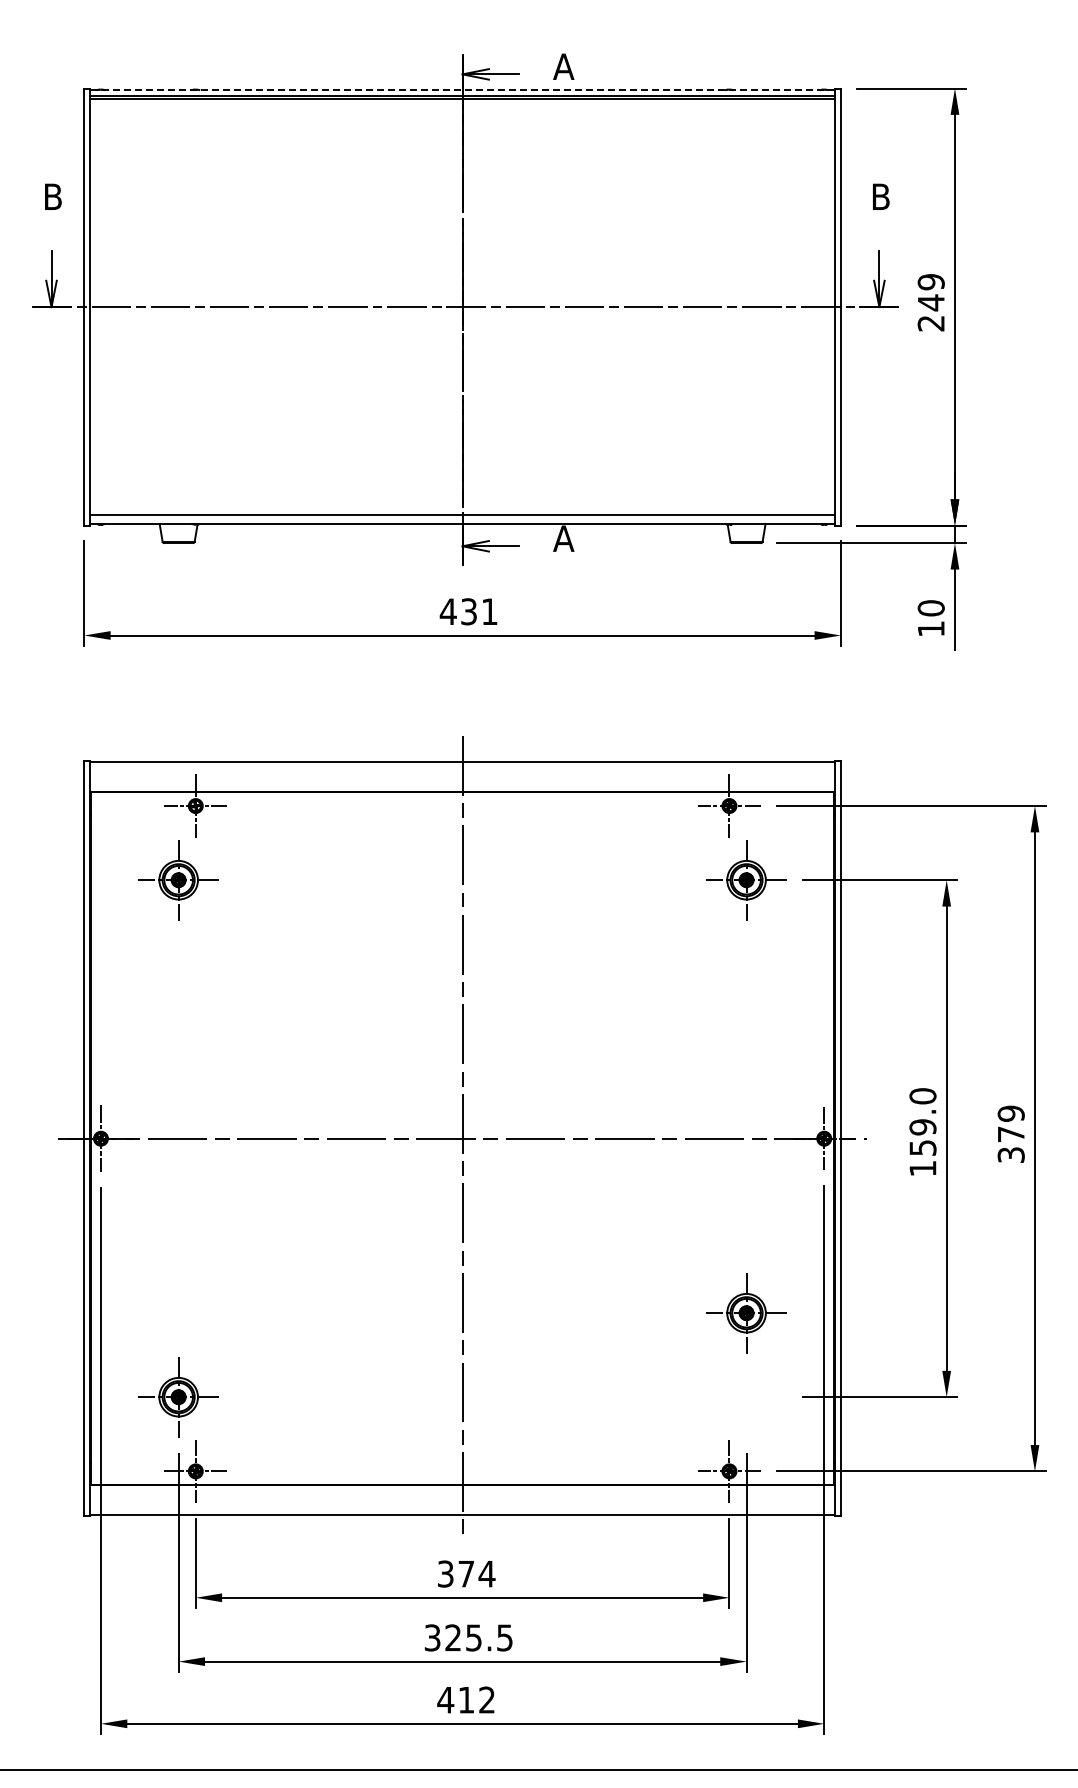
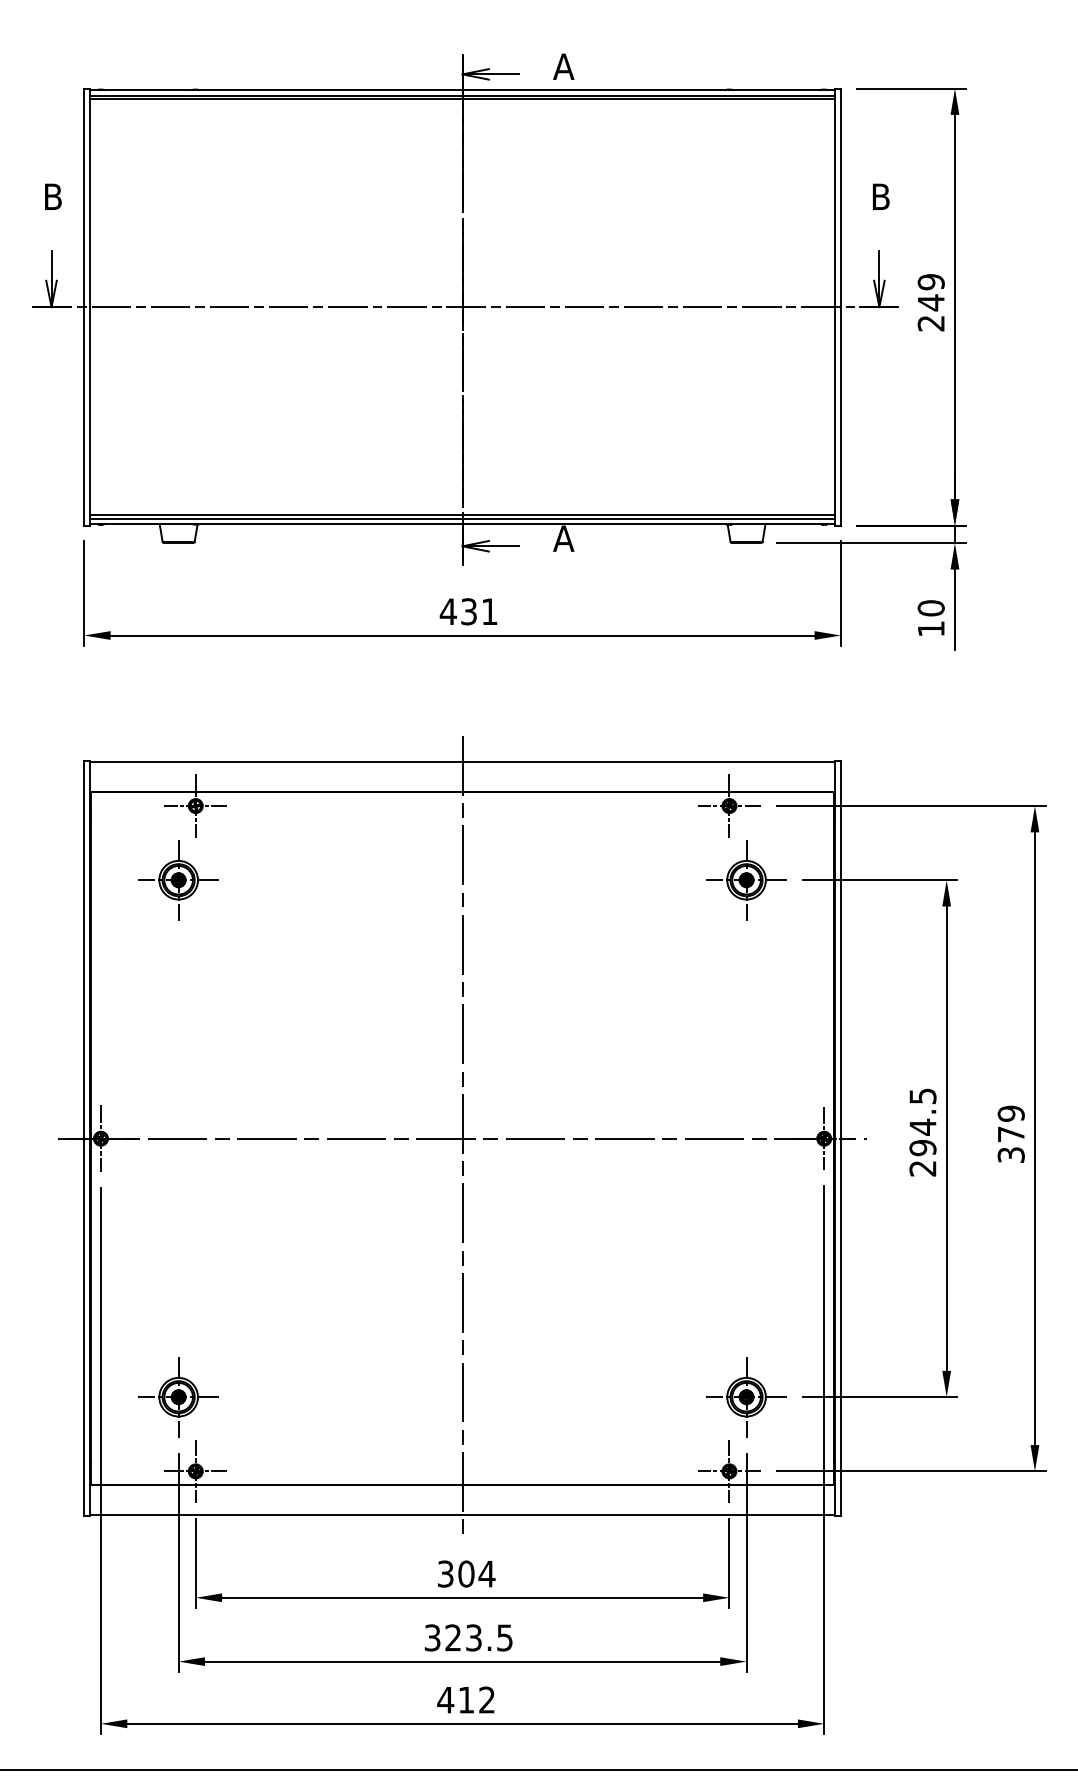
line at (462, 90): dashed -> solid
line at (462, 518): none -> present
text at (922, 1132): 159.0 -> 294.5
part at (746, 1313) position: (746, 1313) -> (746, 1397)
text at (466, 1573): 374 -> 304
text at (473, 1637): 325.5 -> 323.5
